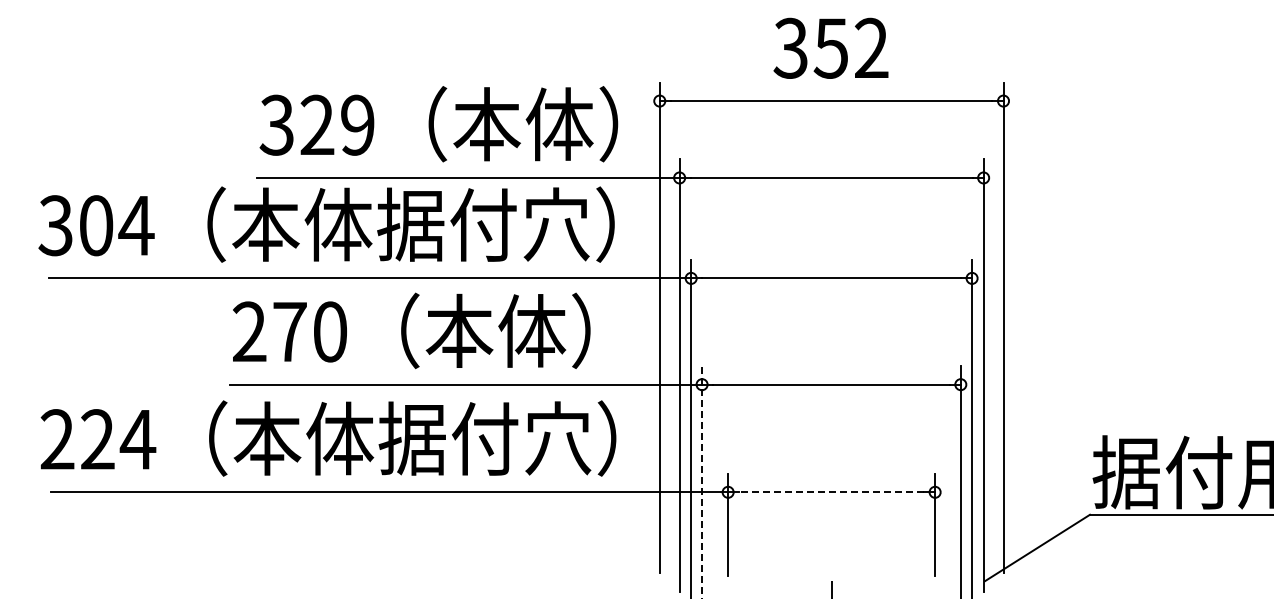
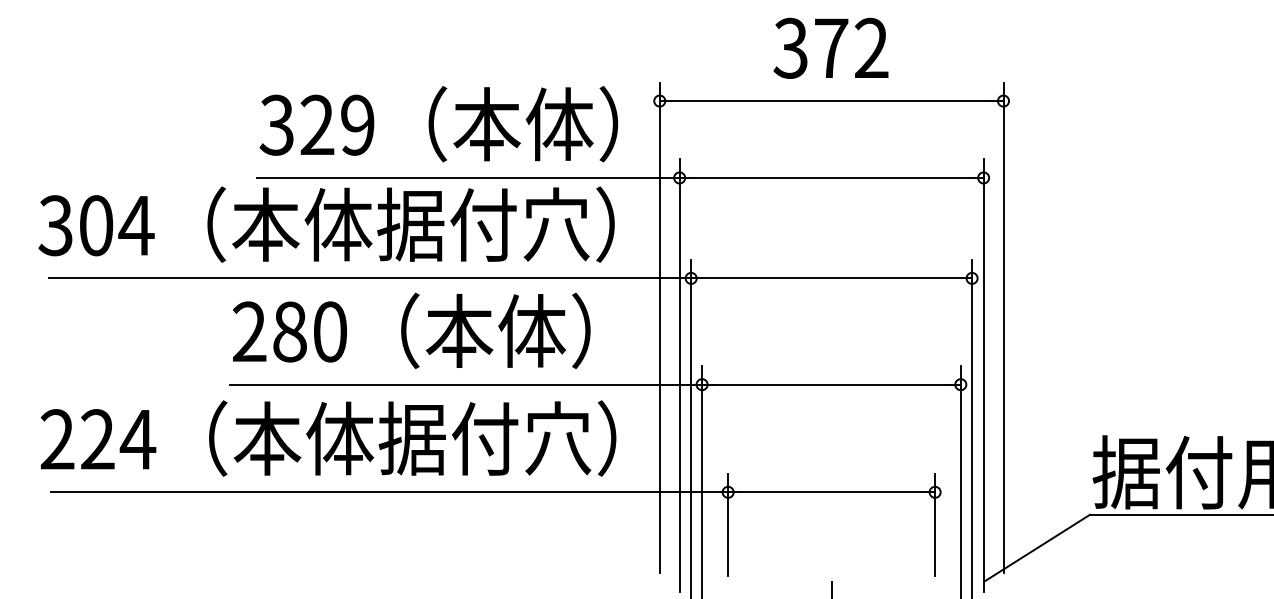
text at (830, 48): 352 -> 372
text at (289, 331): 270 -> 280
line at (702, 482): dashed -> solid
line at (831, 492): dashed -> solid
